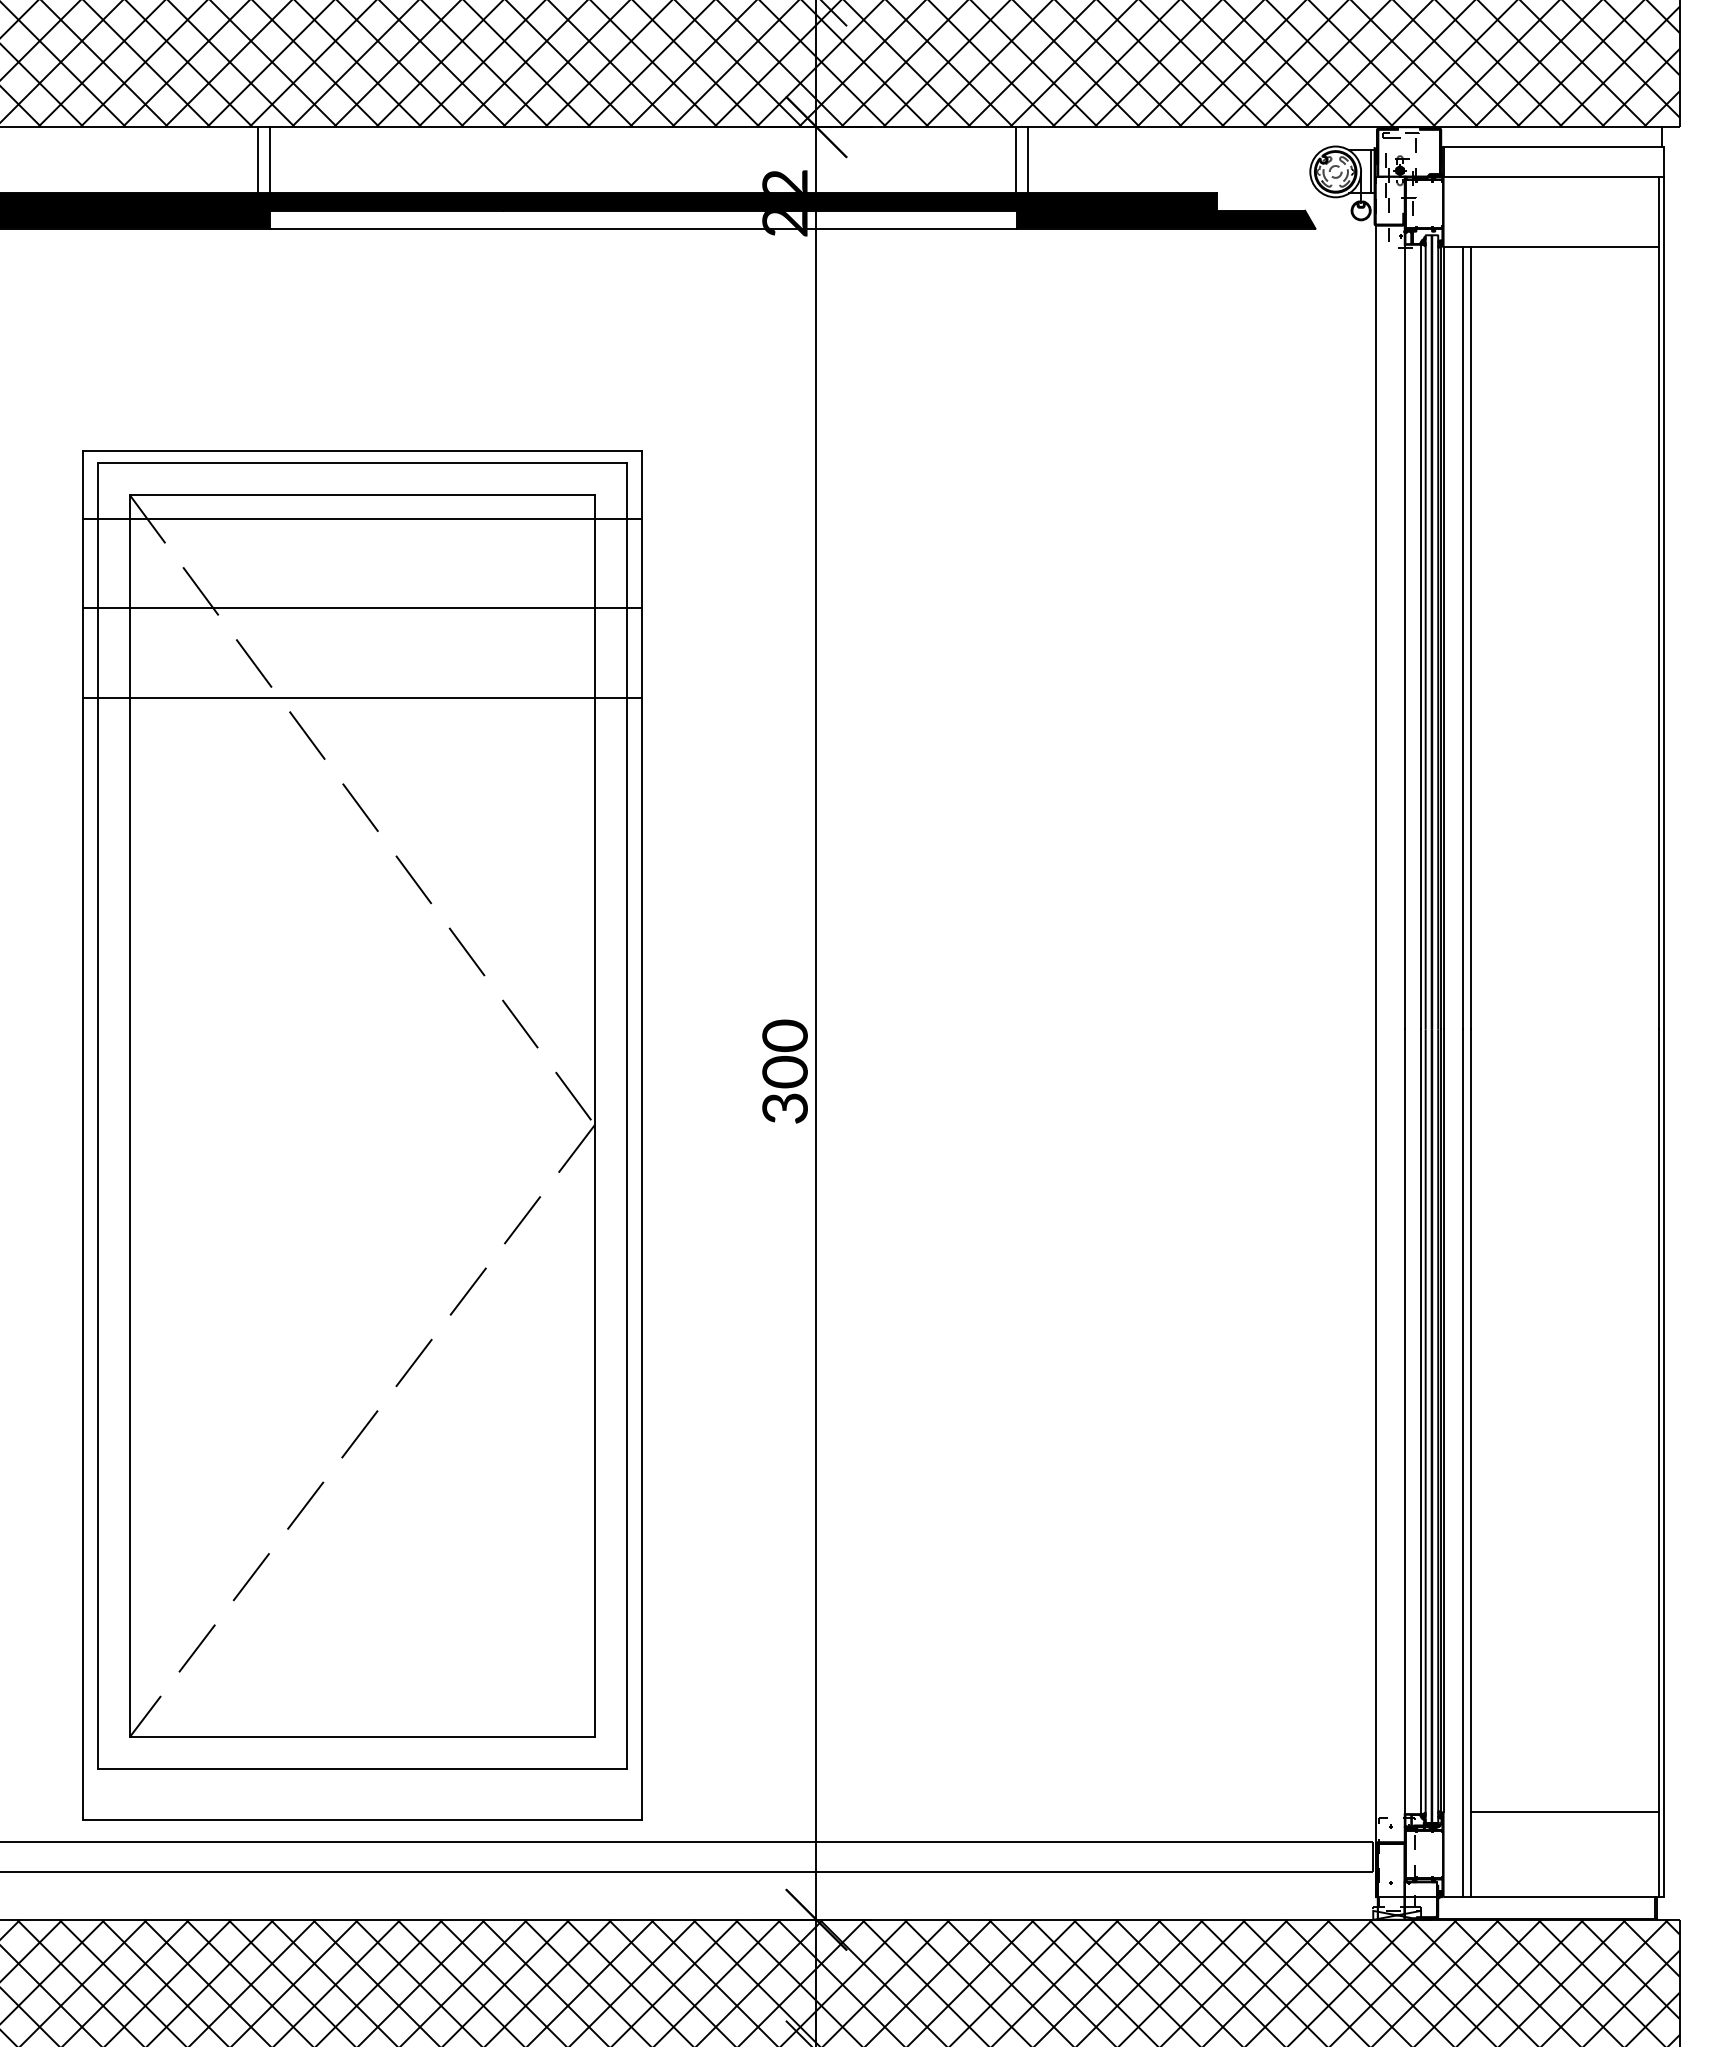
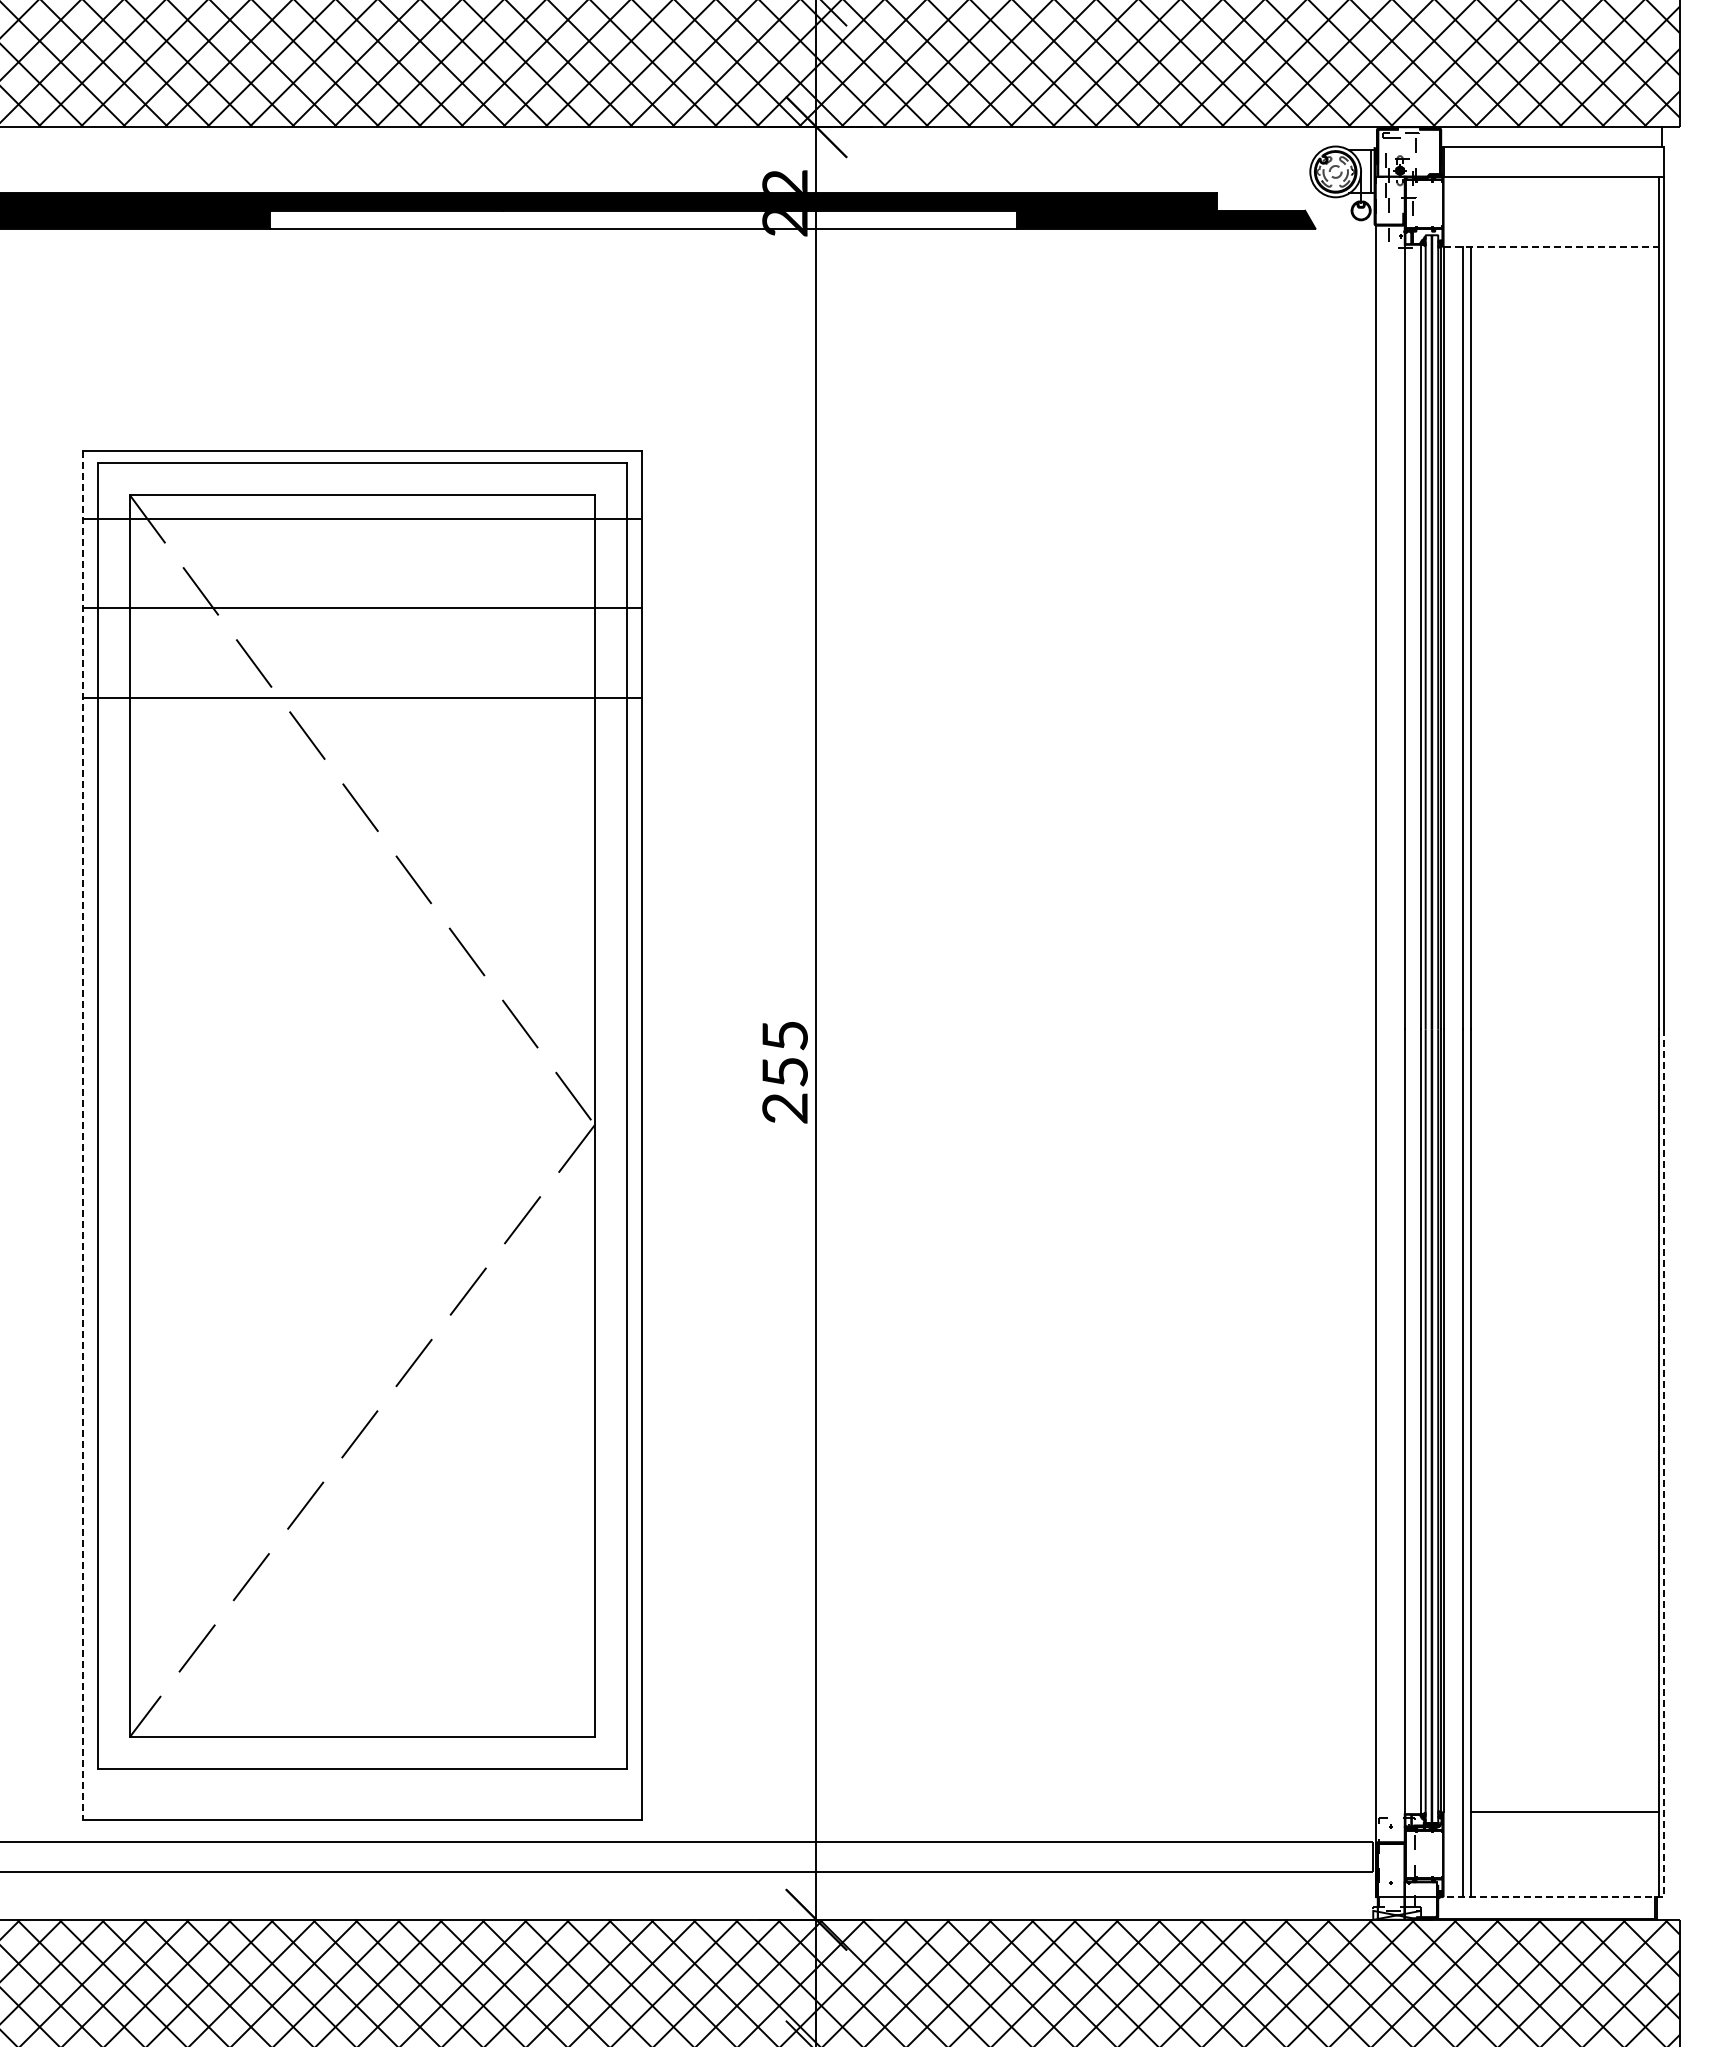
line at (257, 159): present -> none
line at (269, 159): present -> none
line at (1016, 159): present -> none
line at (1028, 159): present -> none
line at (1551, 246): solid -> dashed
text at (784, 1071): 300 -> 255
line at (82, 1135): solid -> dashed
line at (1663, 1574): solid -> dashed
